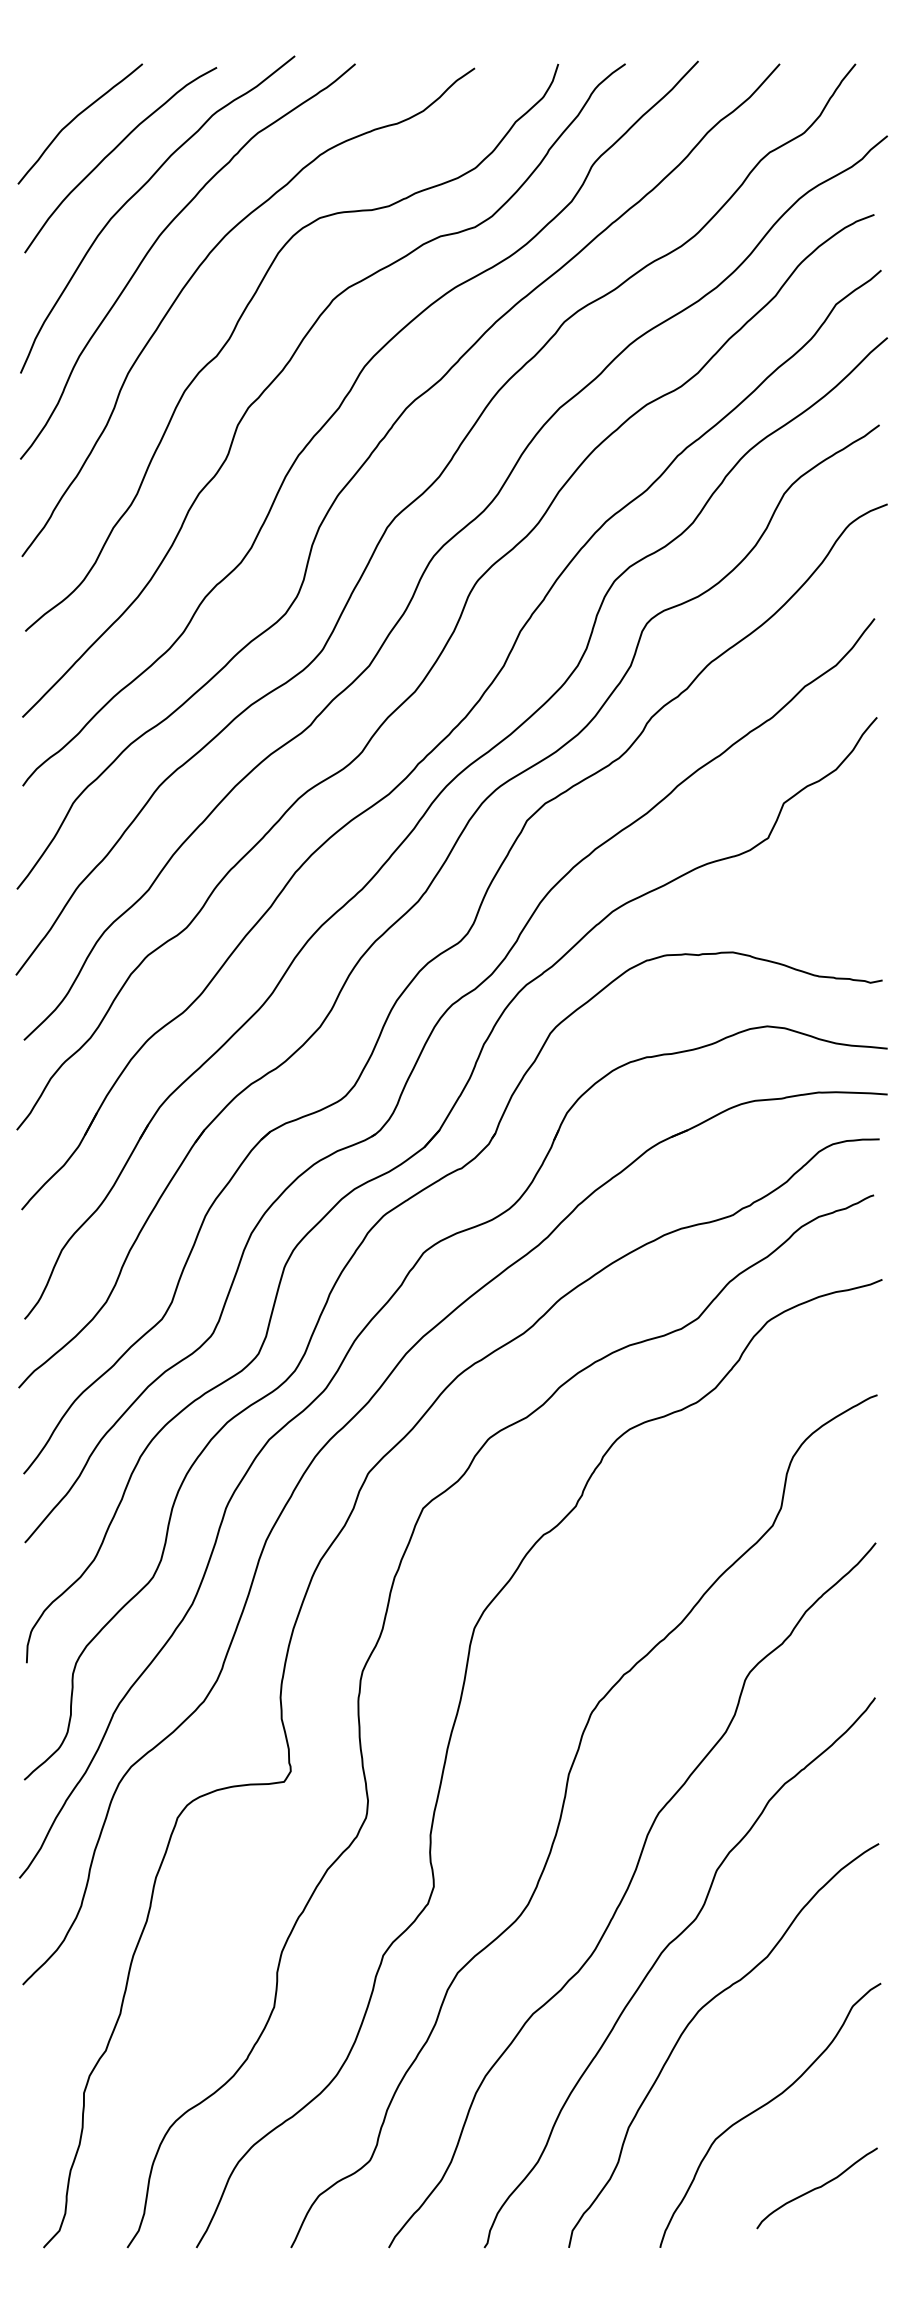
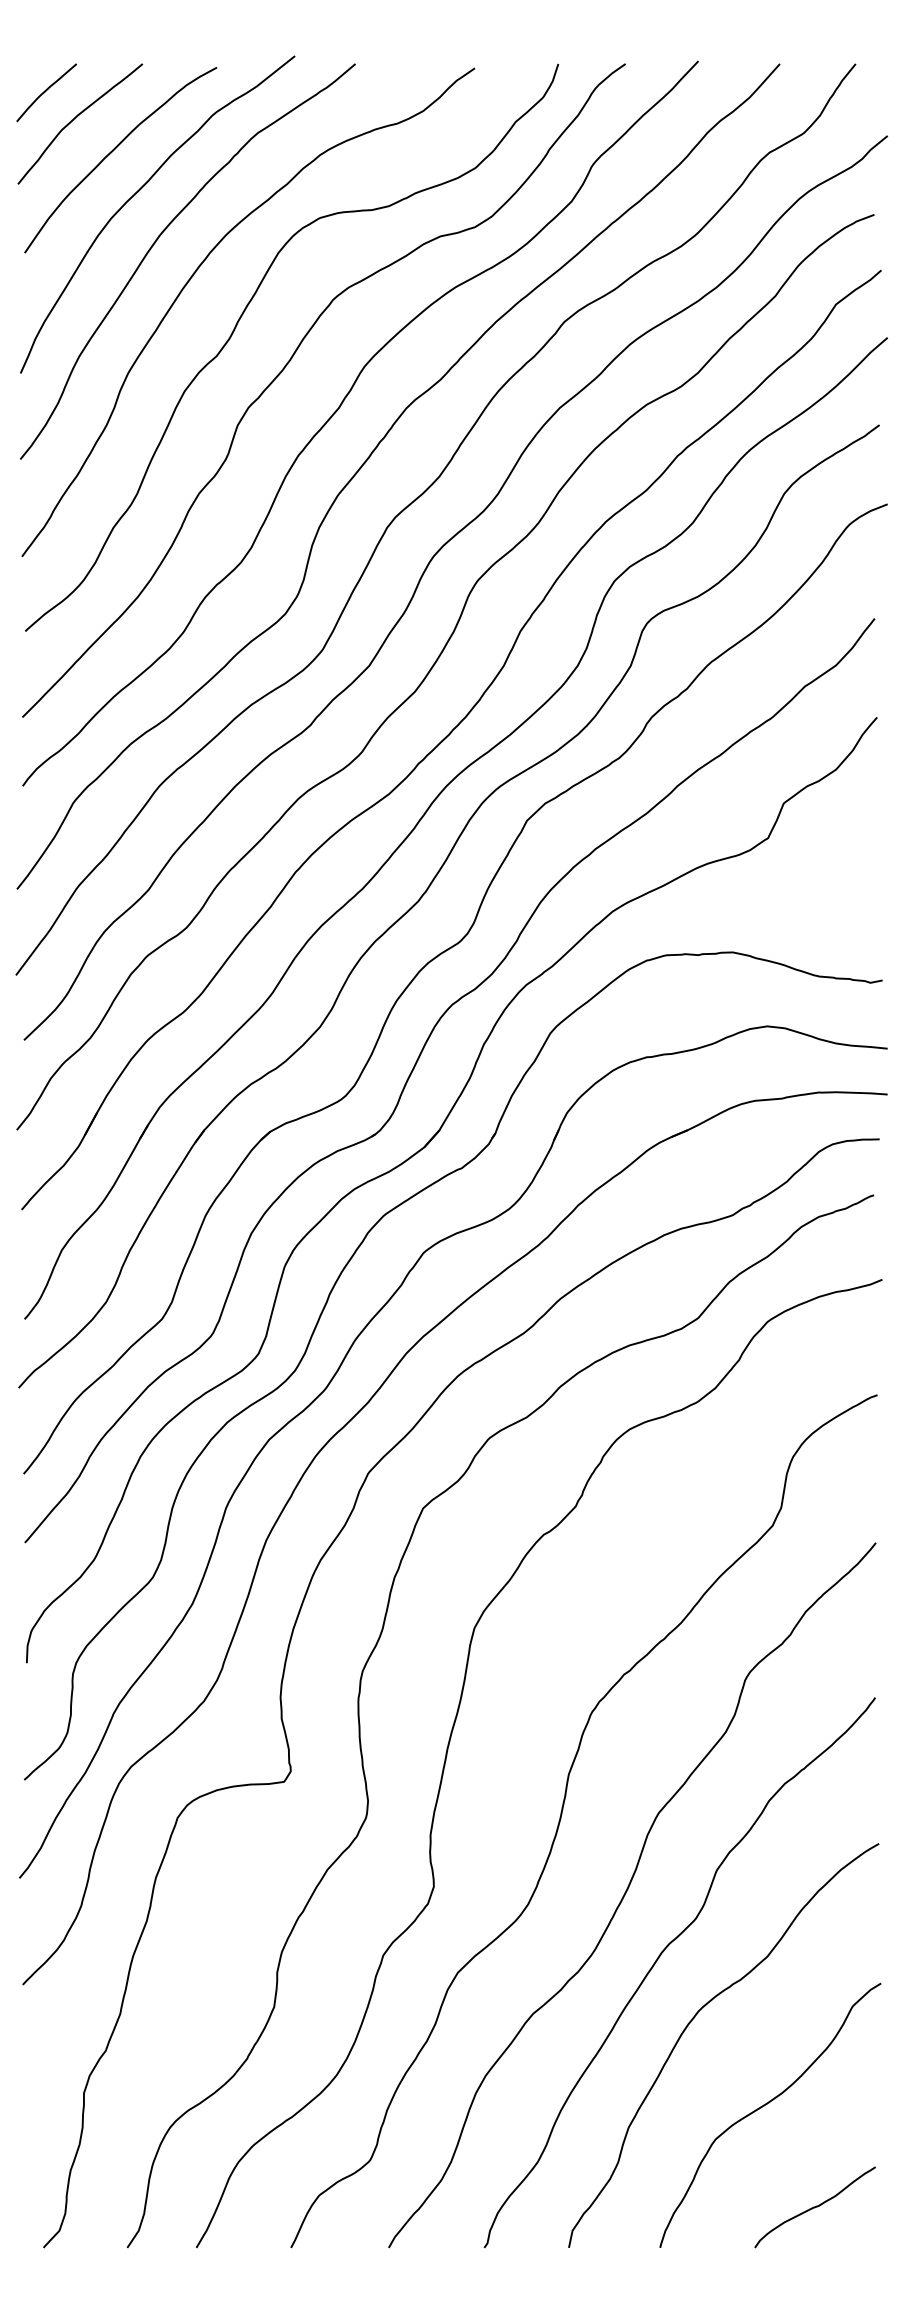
curve at (46, 91): none -> present
curve at (816, 2188) position: (816, 2188) -> (814, 2207)
